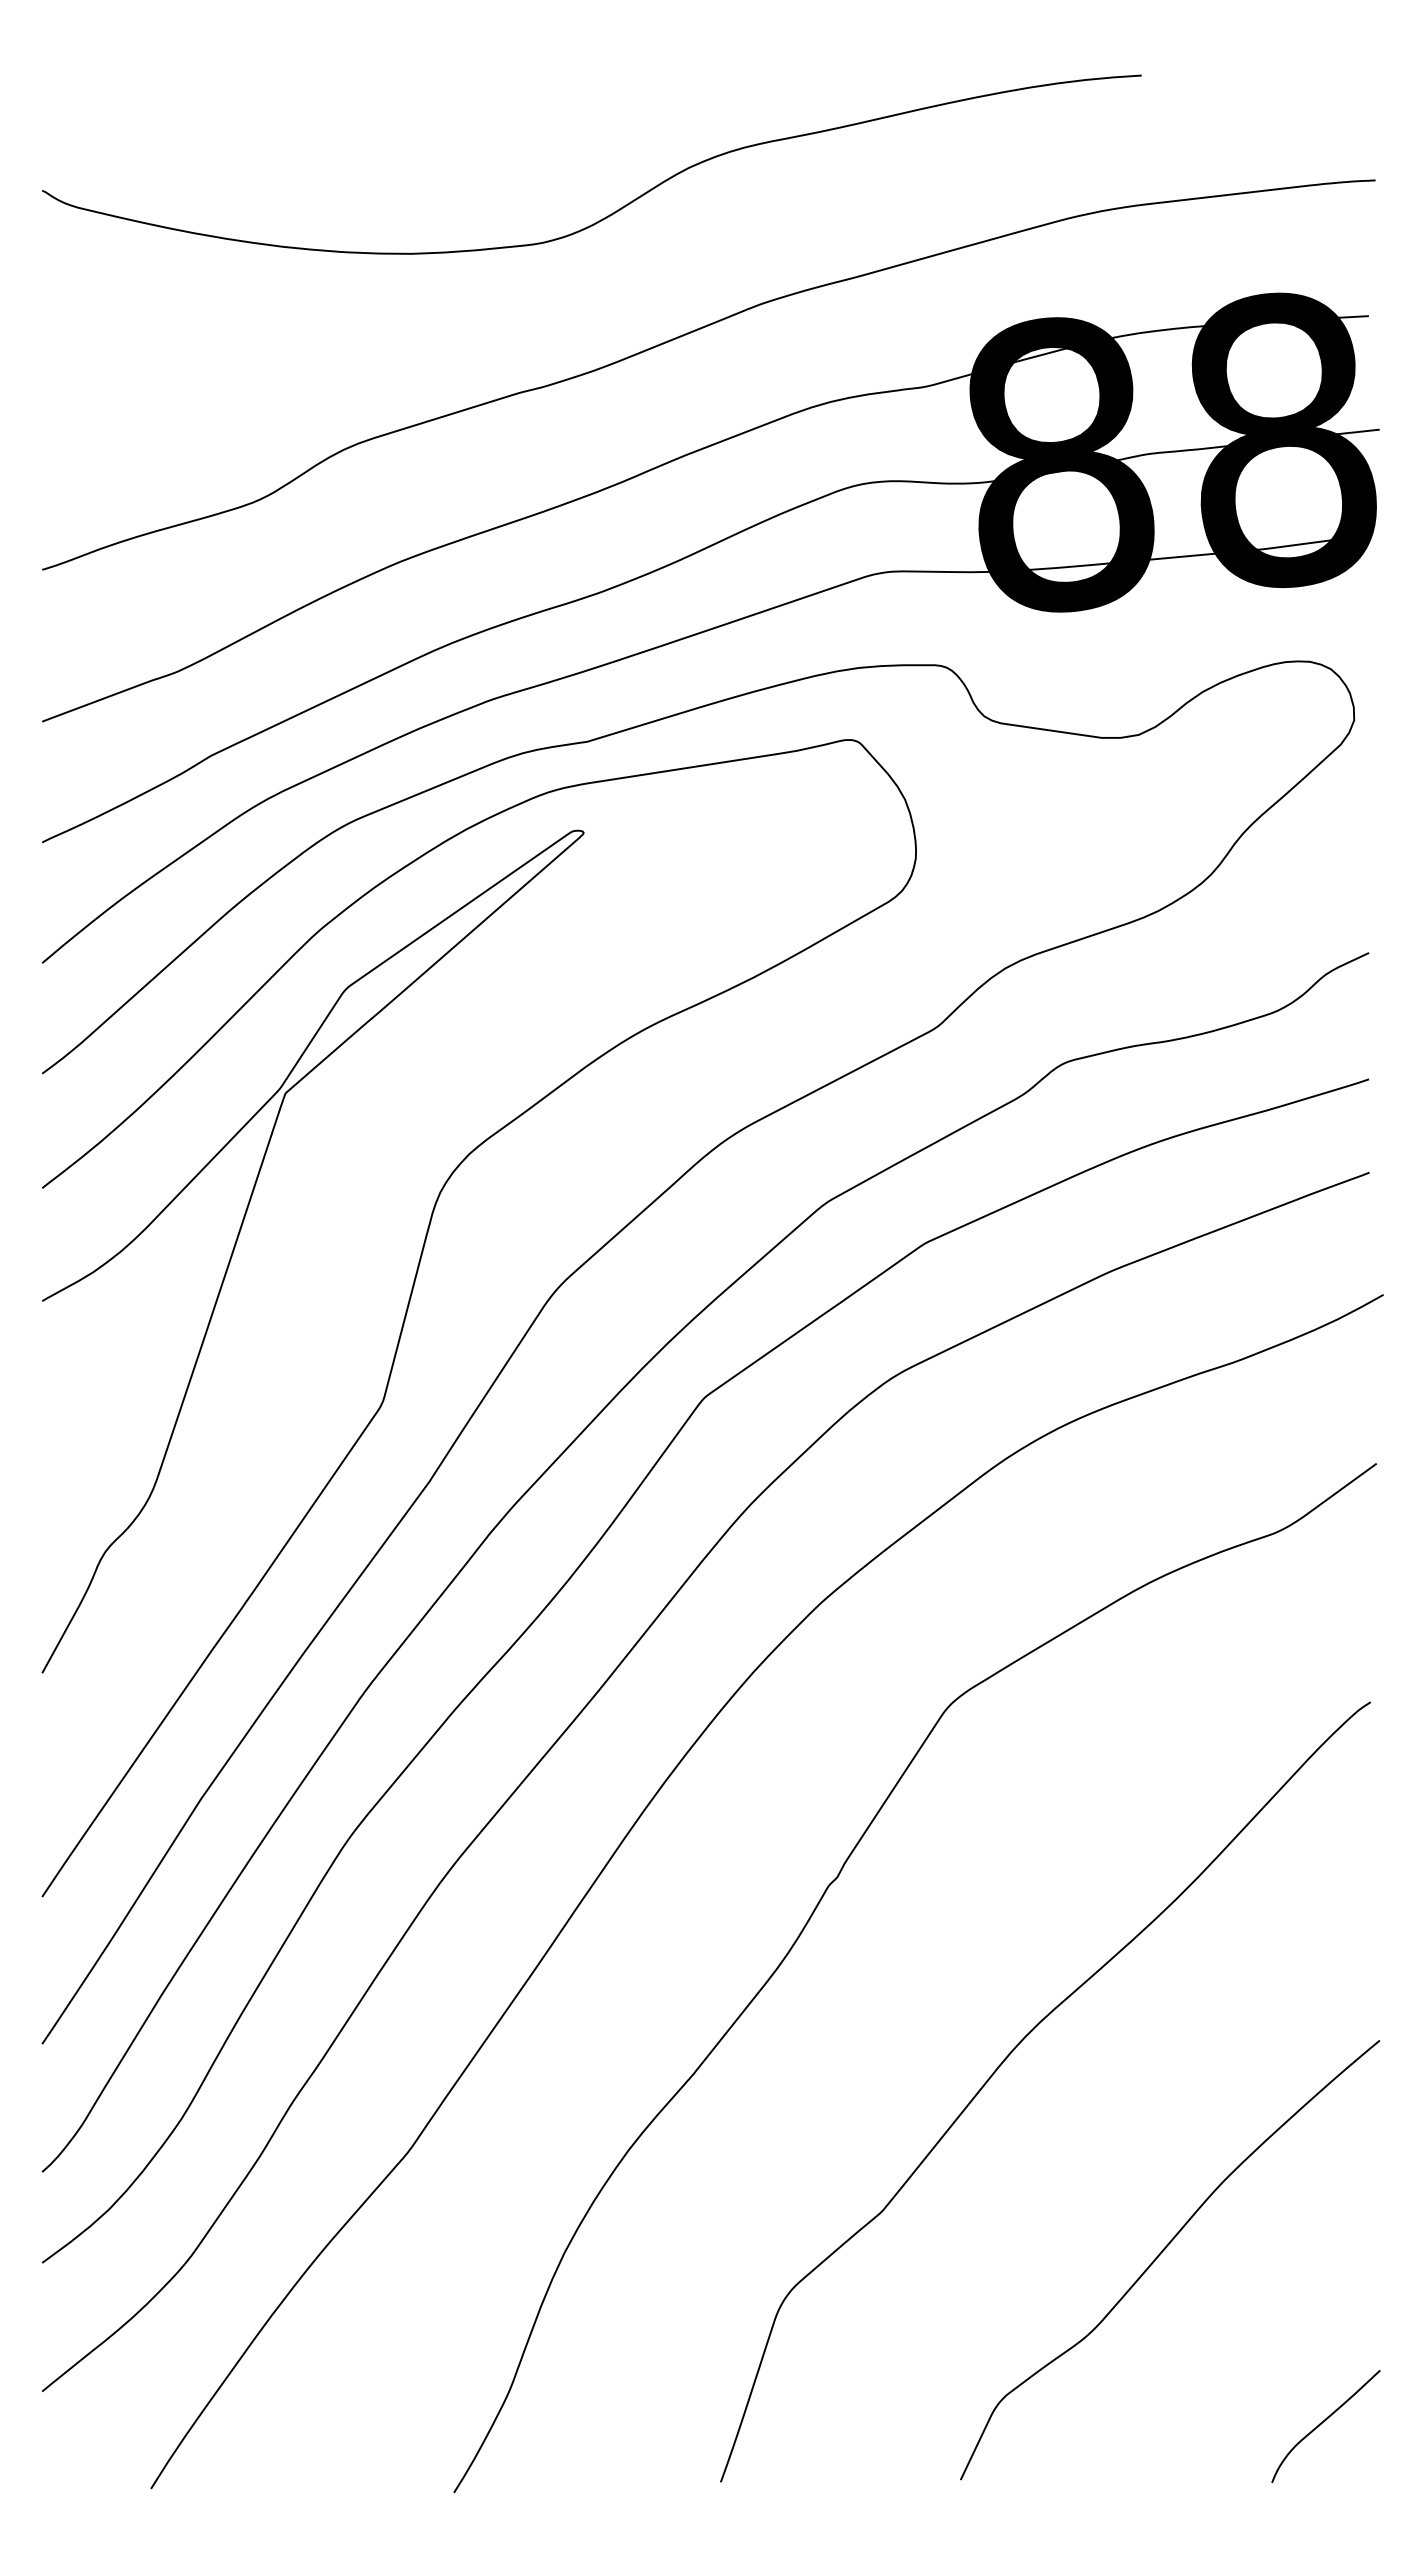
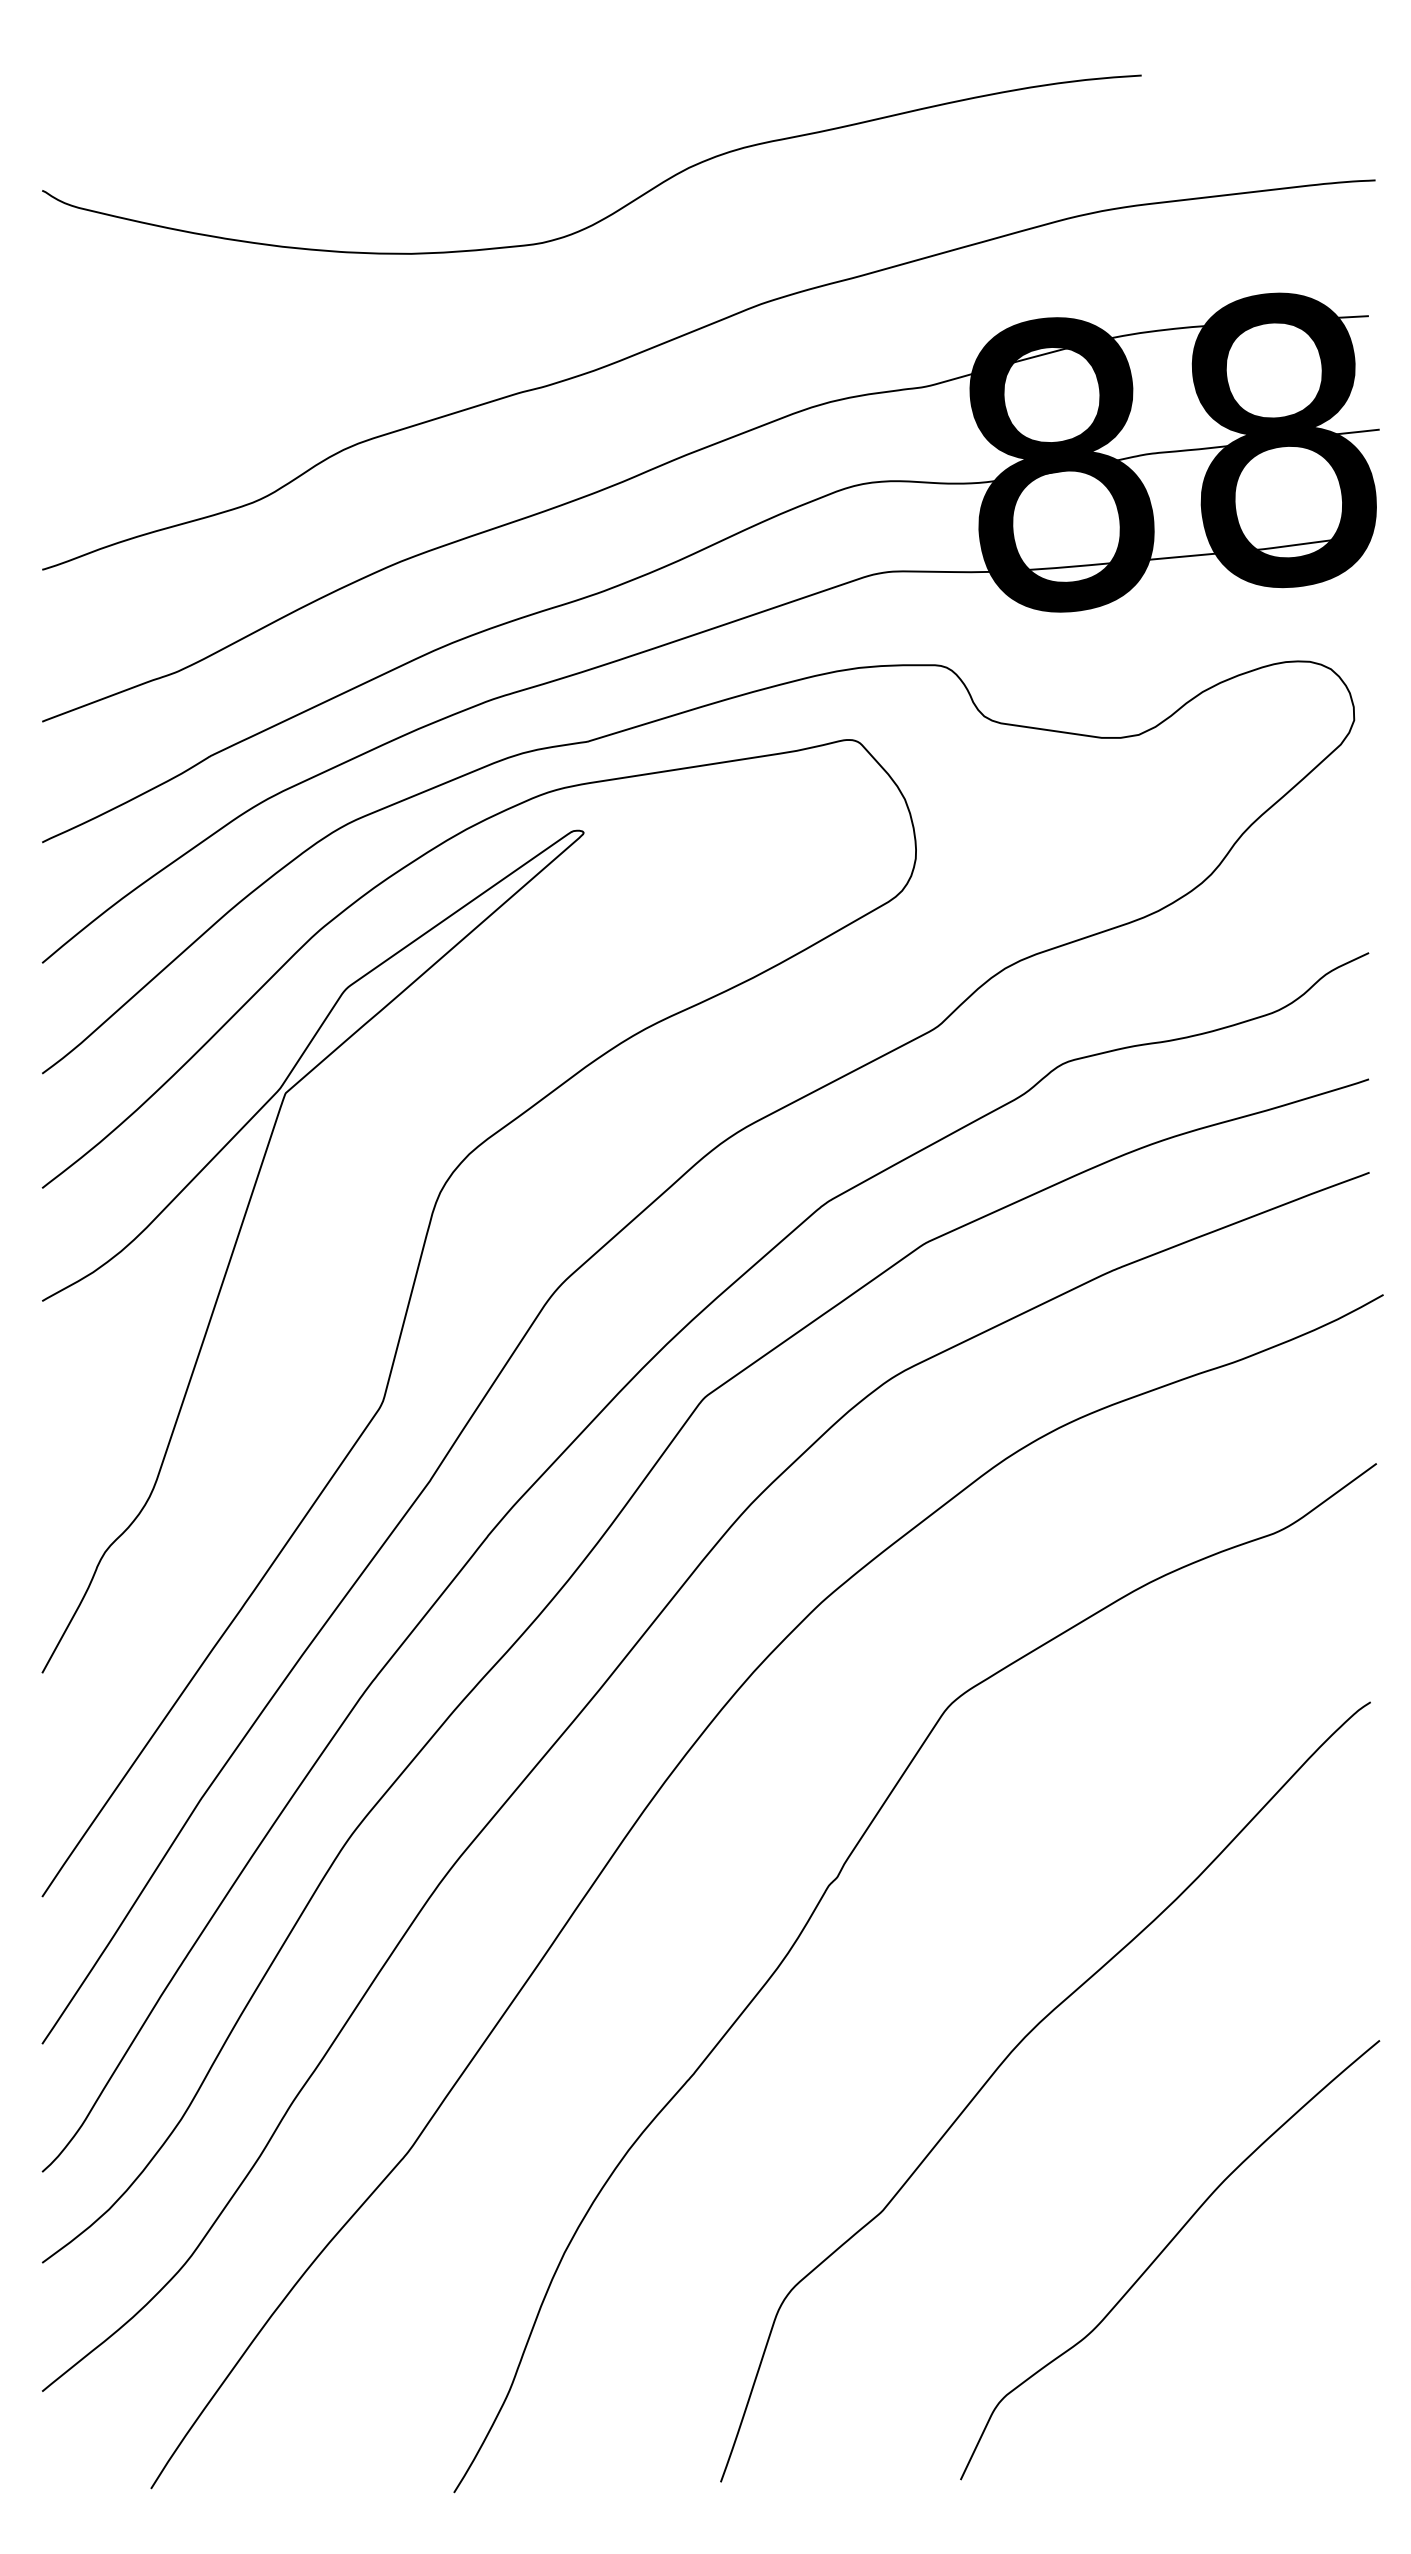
curve at (1322, 2423): present -> none
